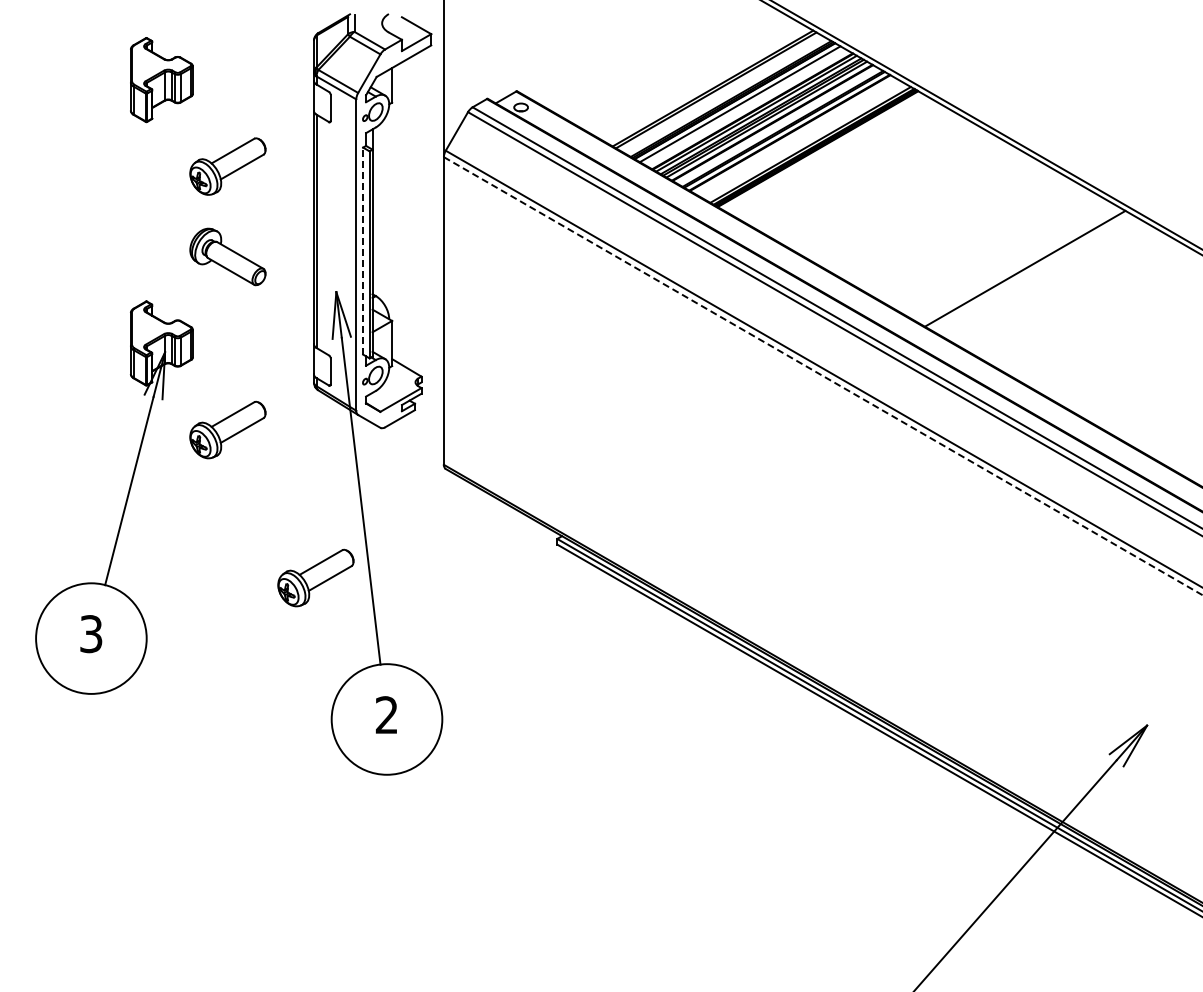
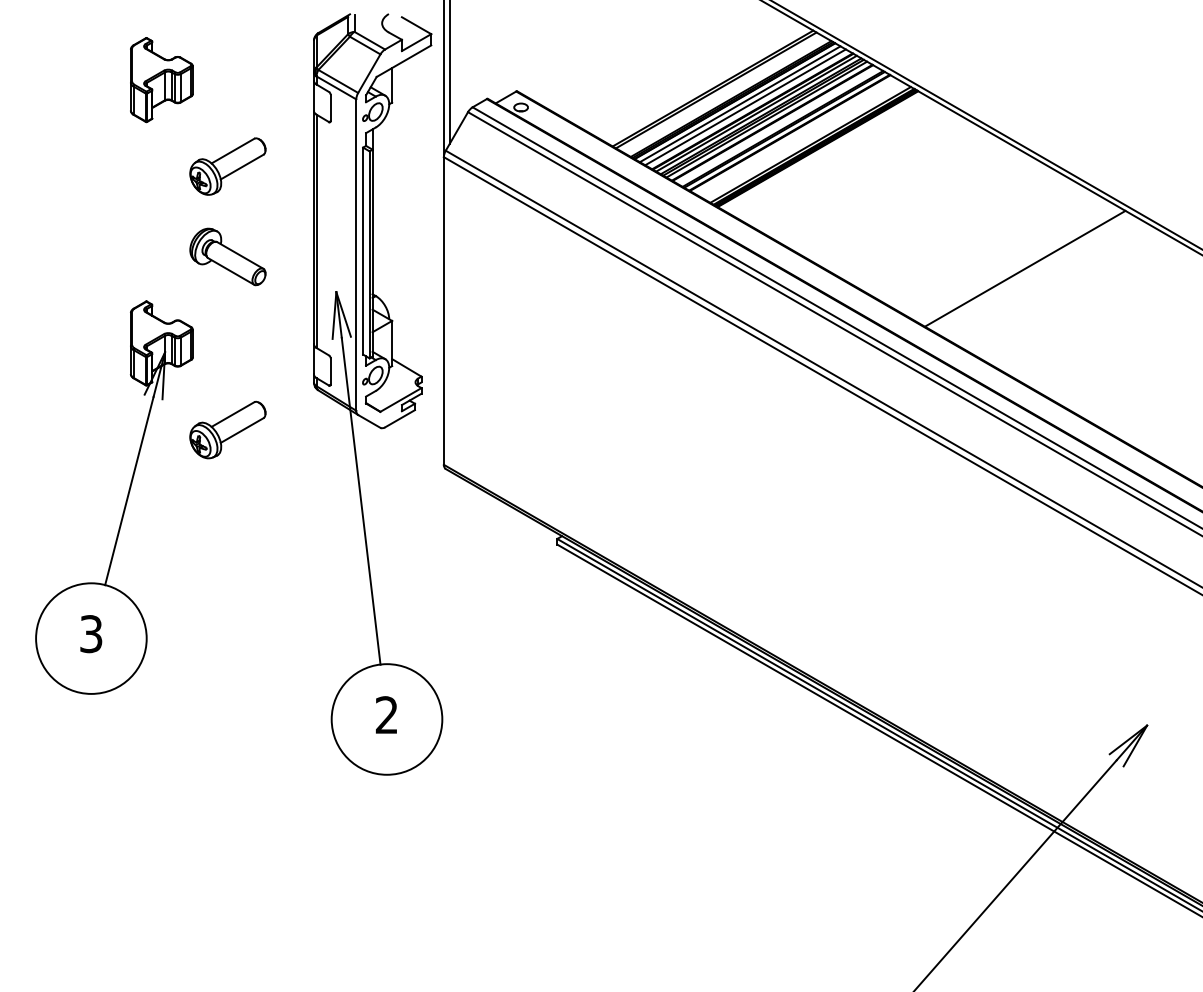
line at (449, 72): none -> present
line at (745, 107): none -> present
line at (363, 251): dashed -> solid
line at (823, 376): dashed -> solid
part at (315, 577): present -> none
